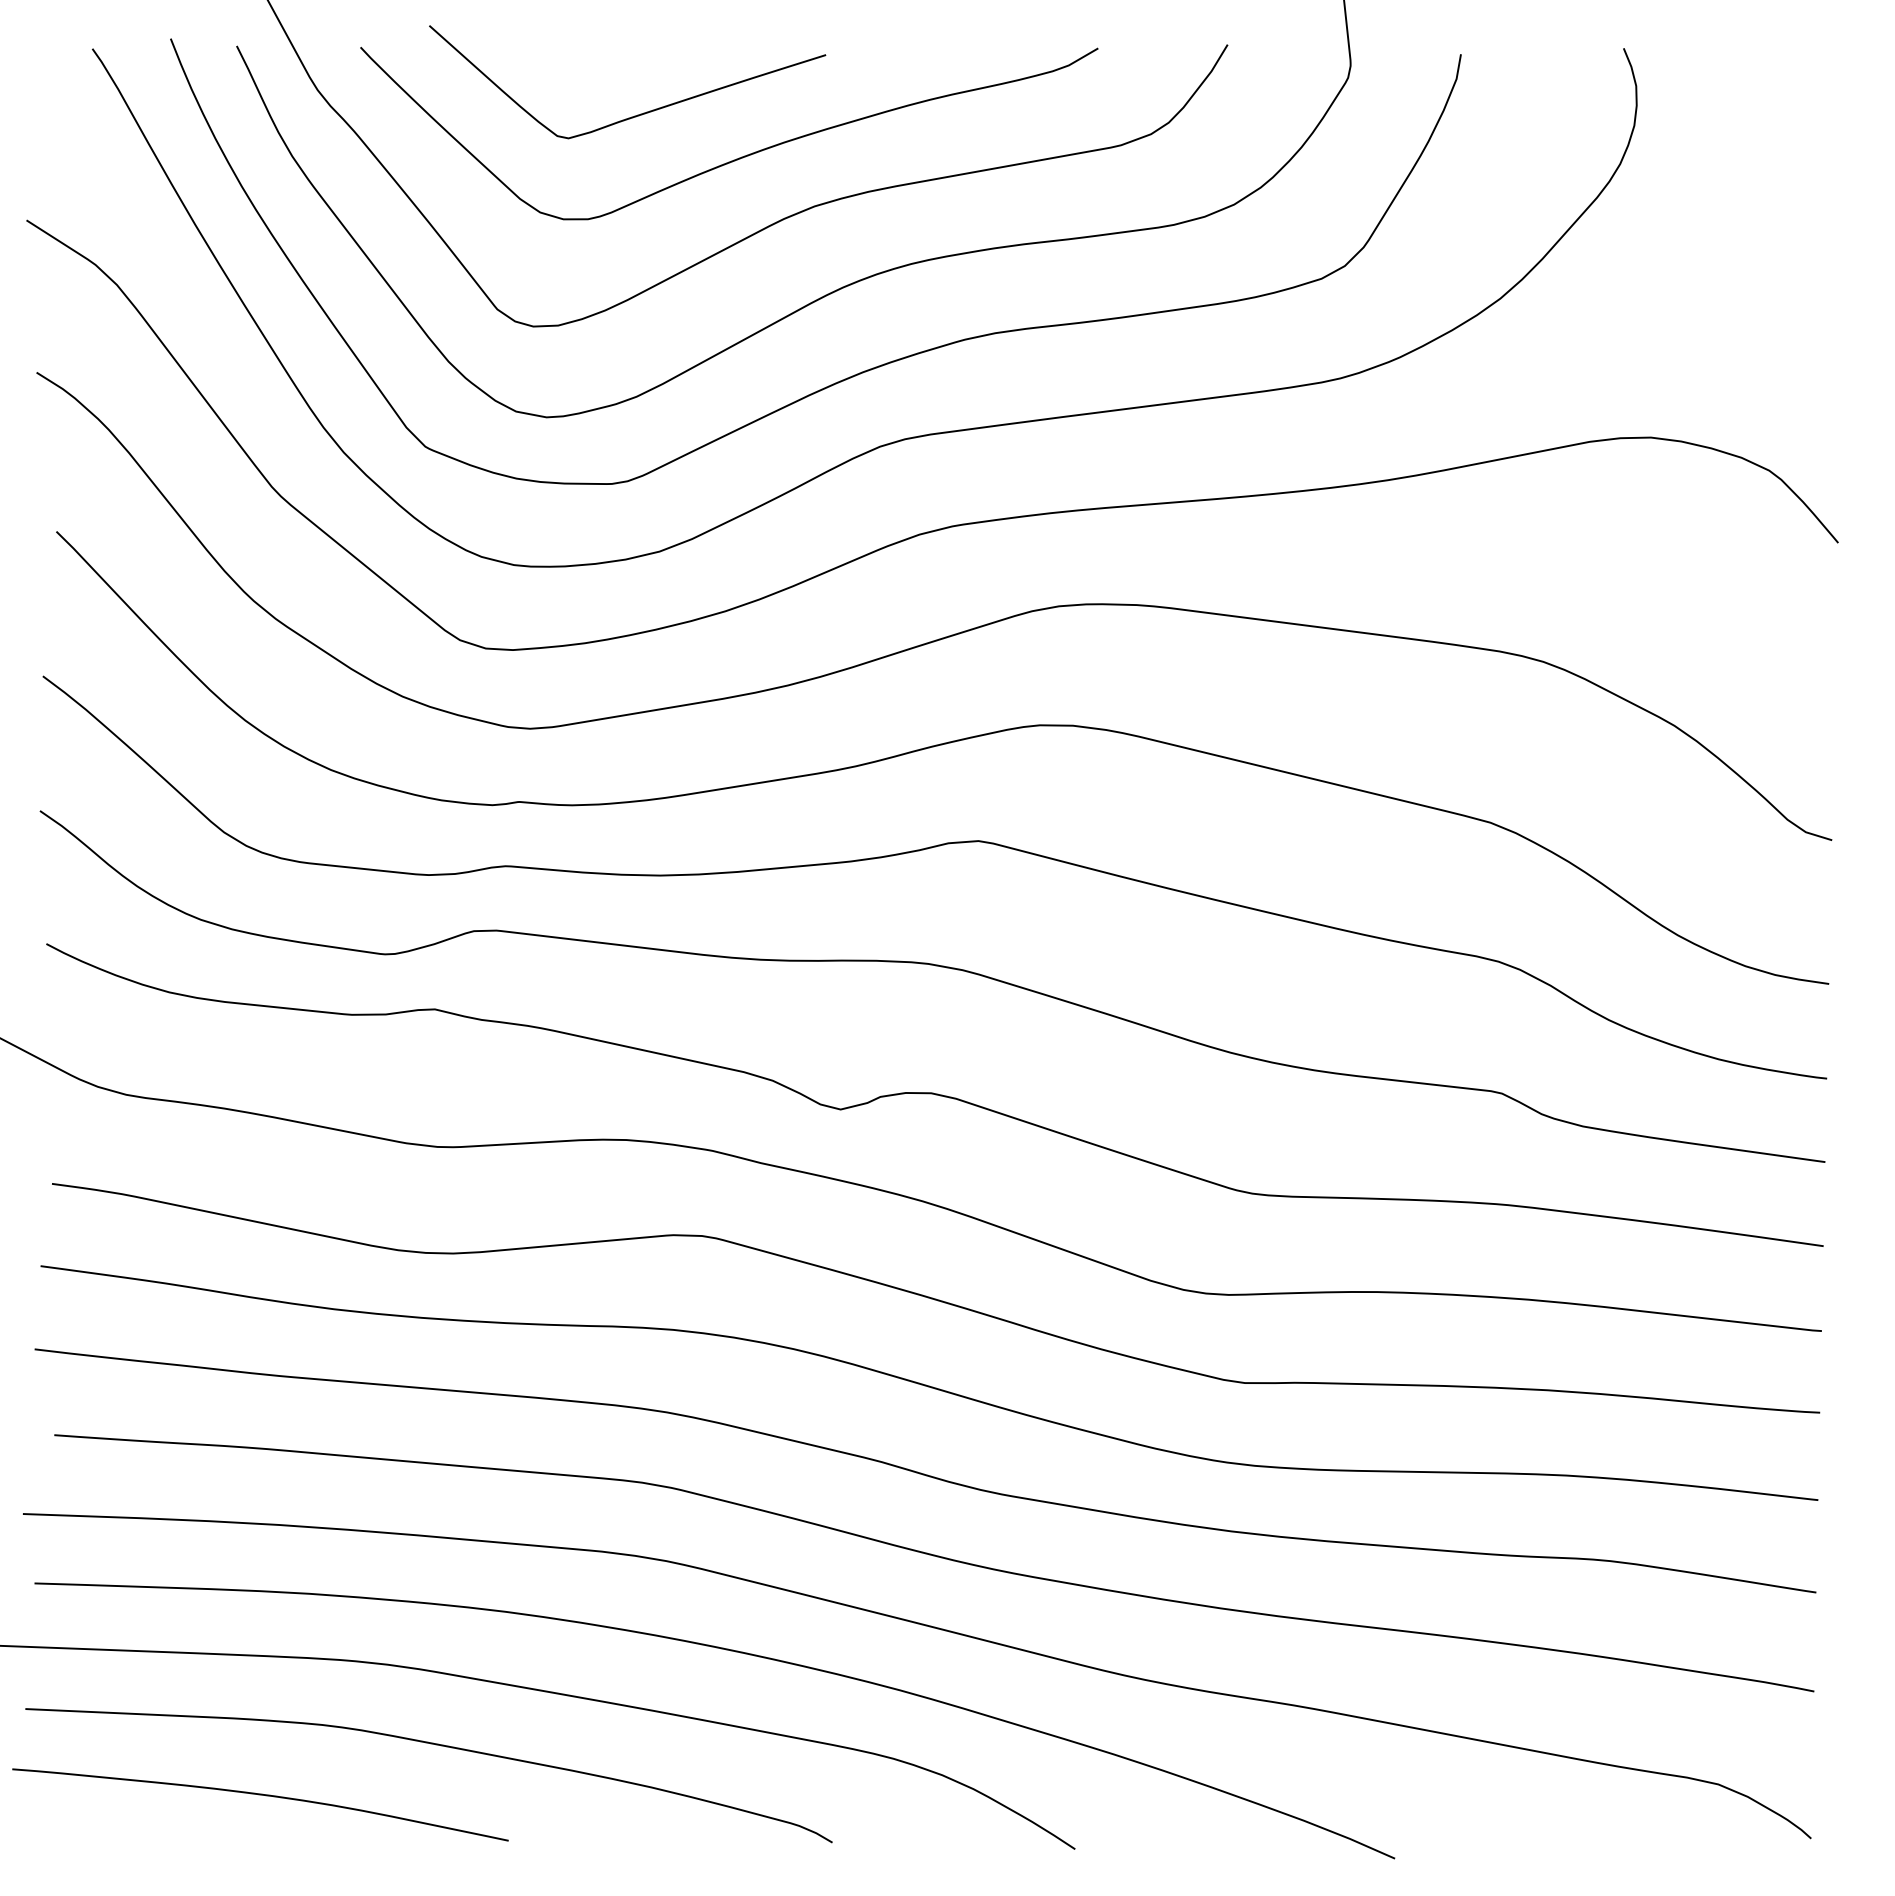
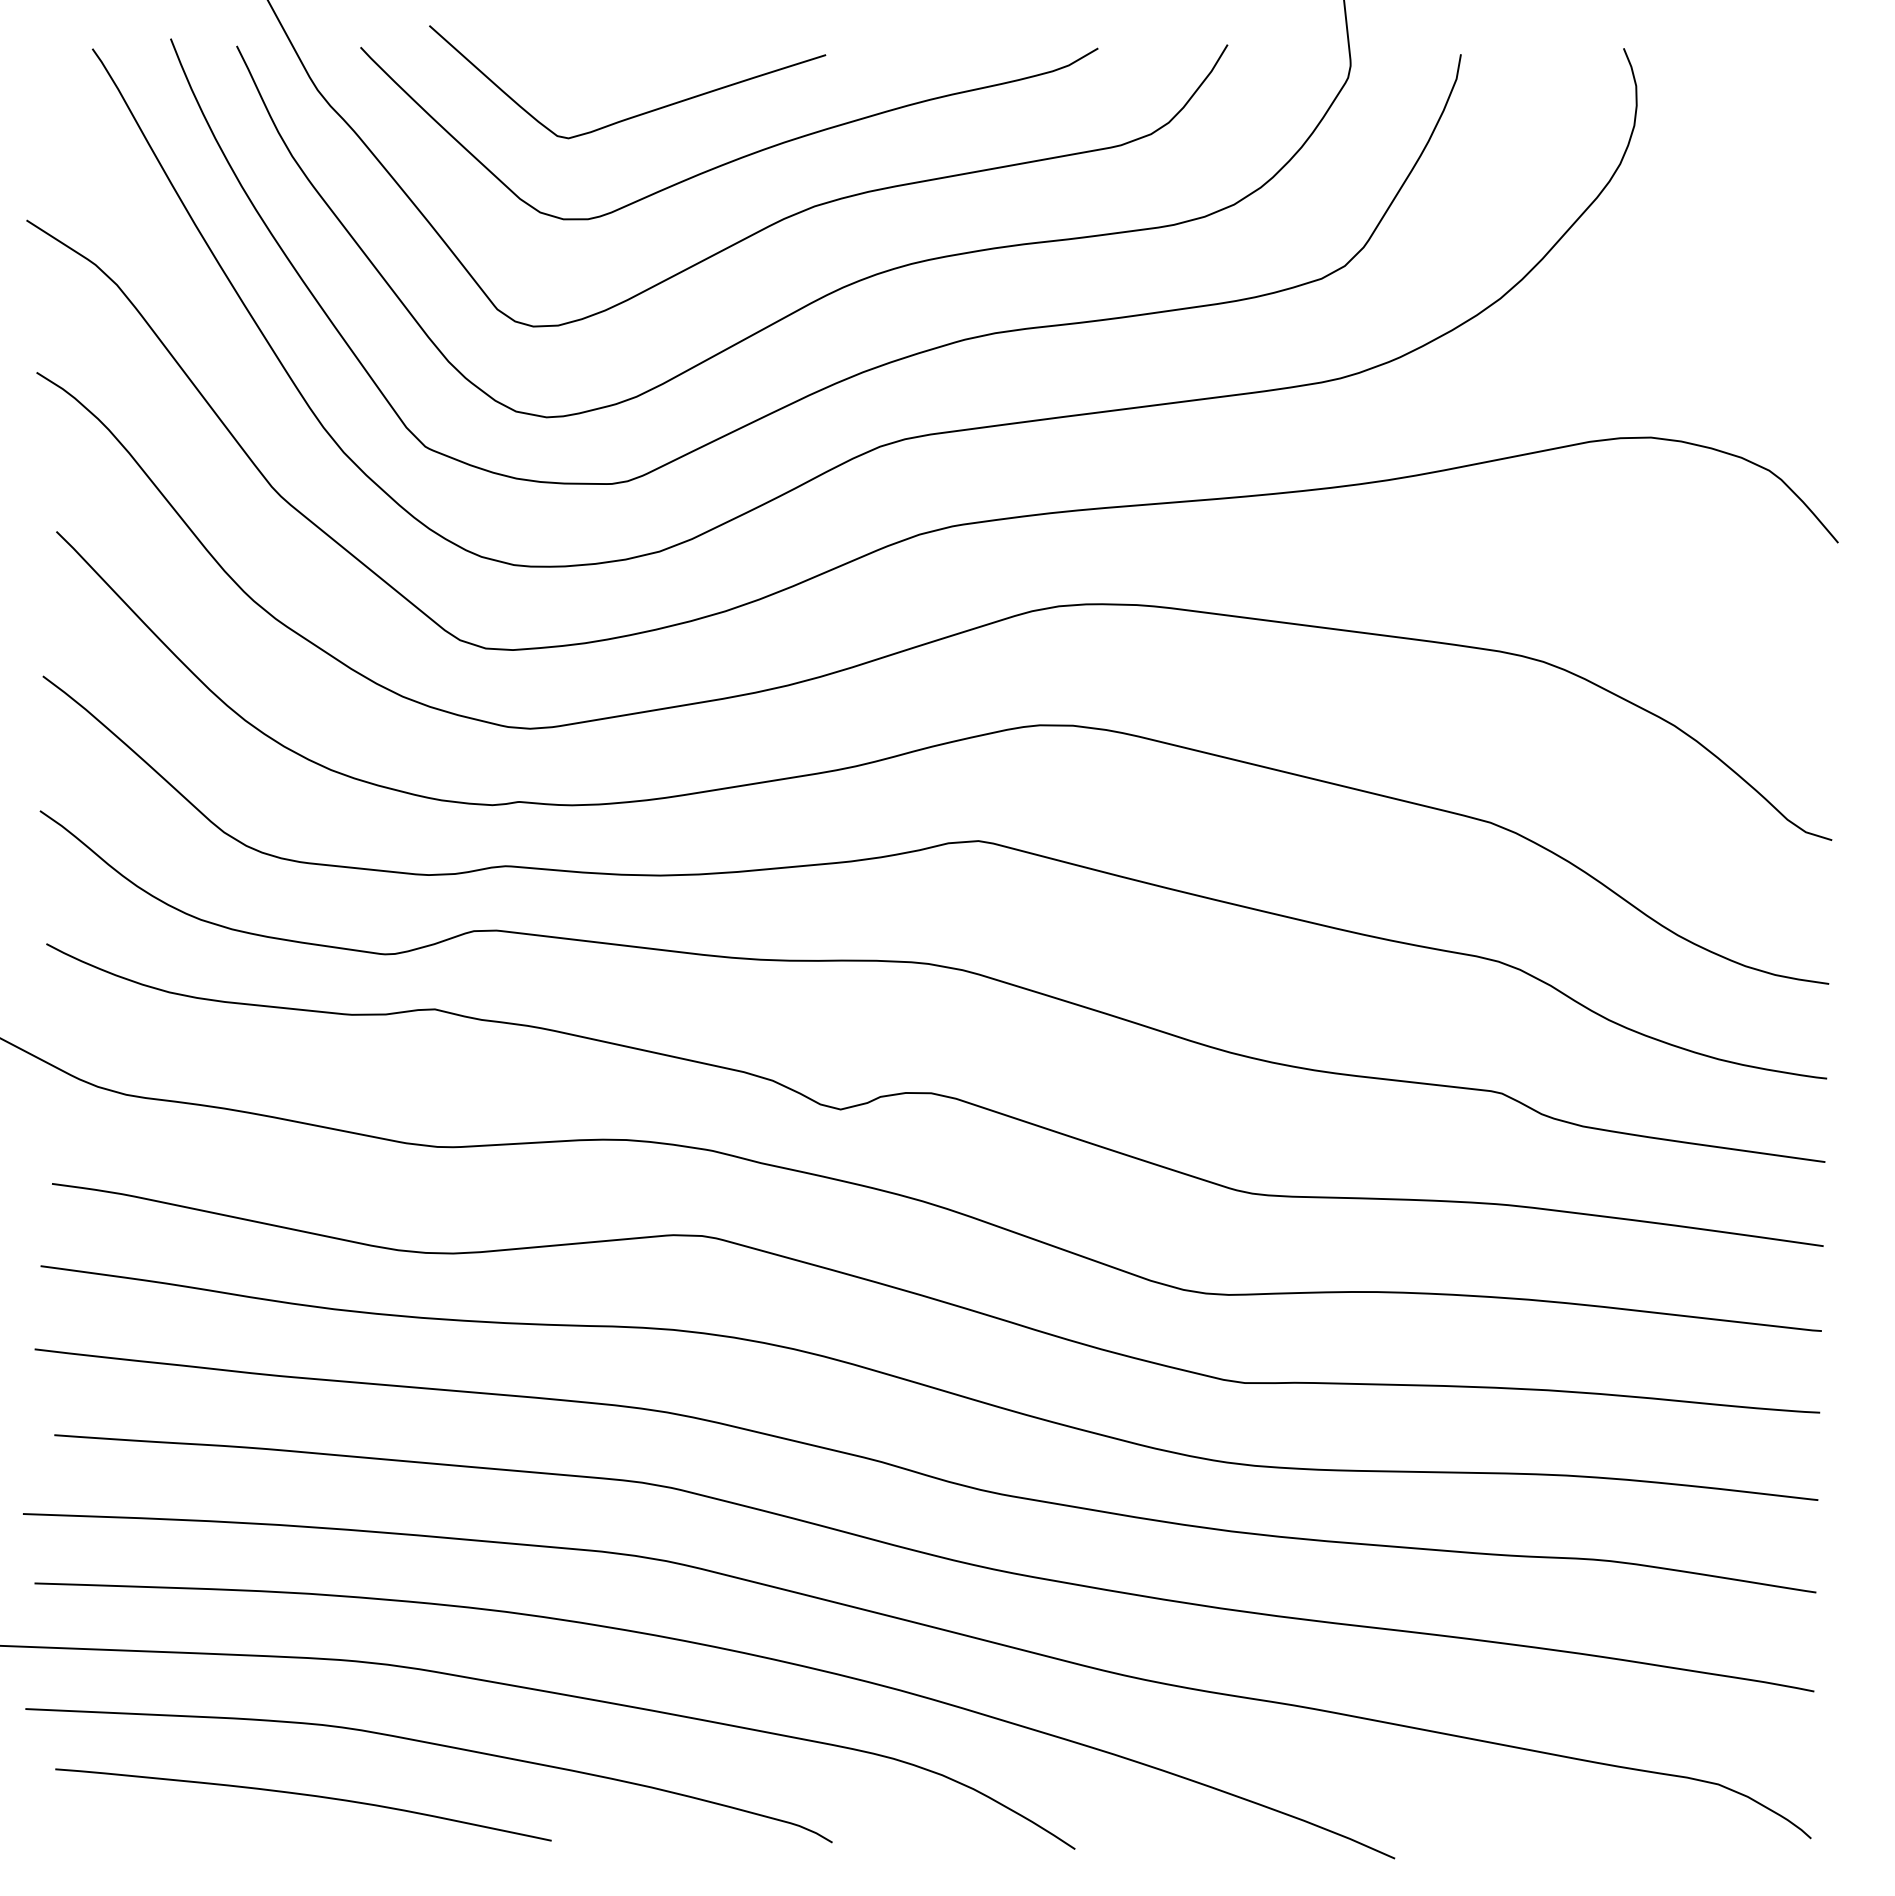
curve at (260, 1795) position: (260, 1795) -> (303, 1795)
